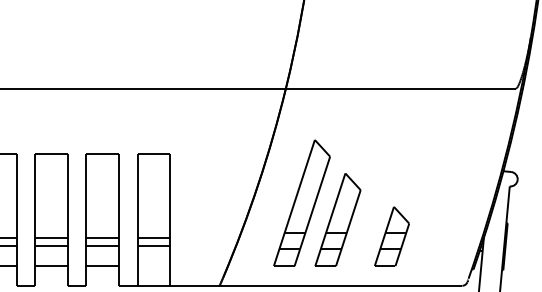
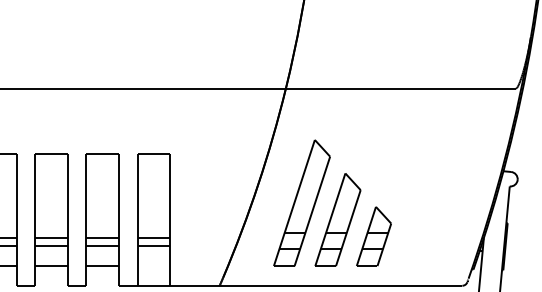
part at (391, 236) position: (391, 236) -> (373, 236)
